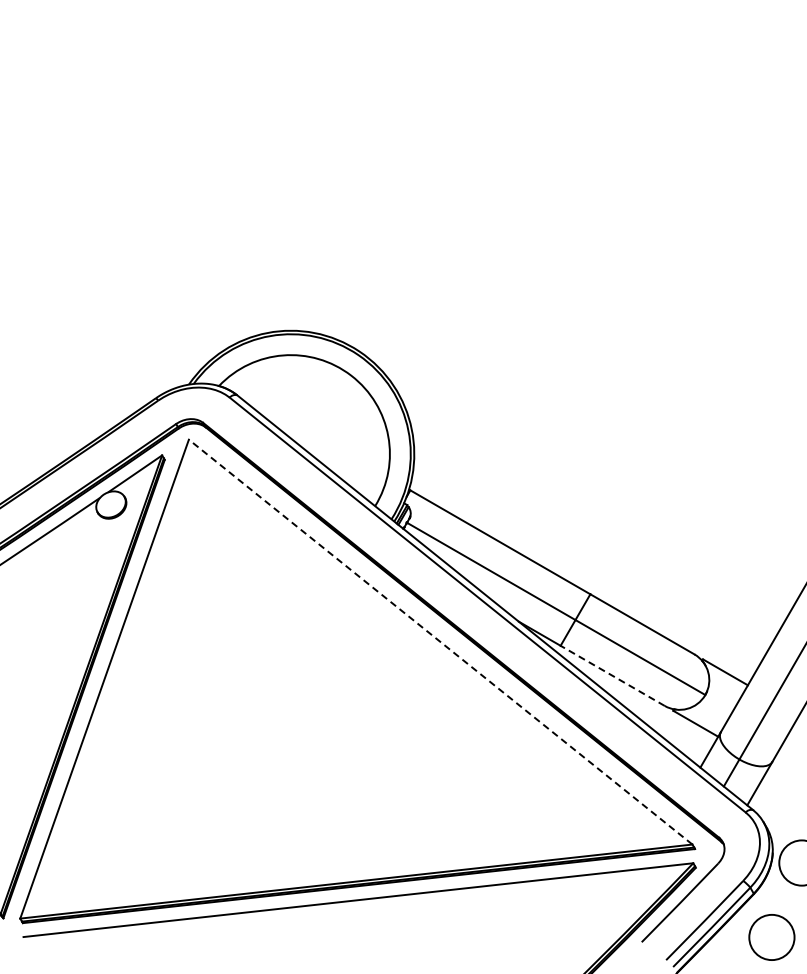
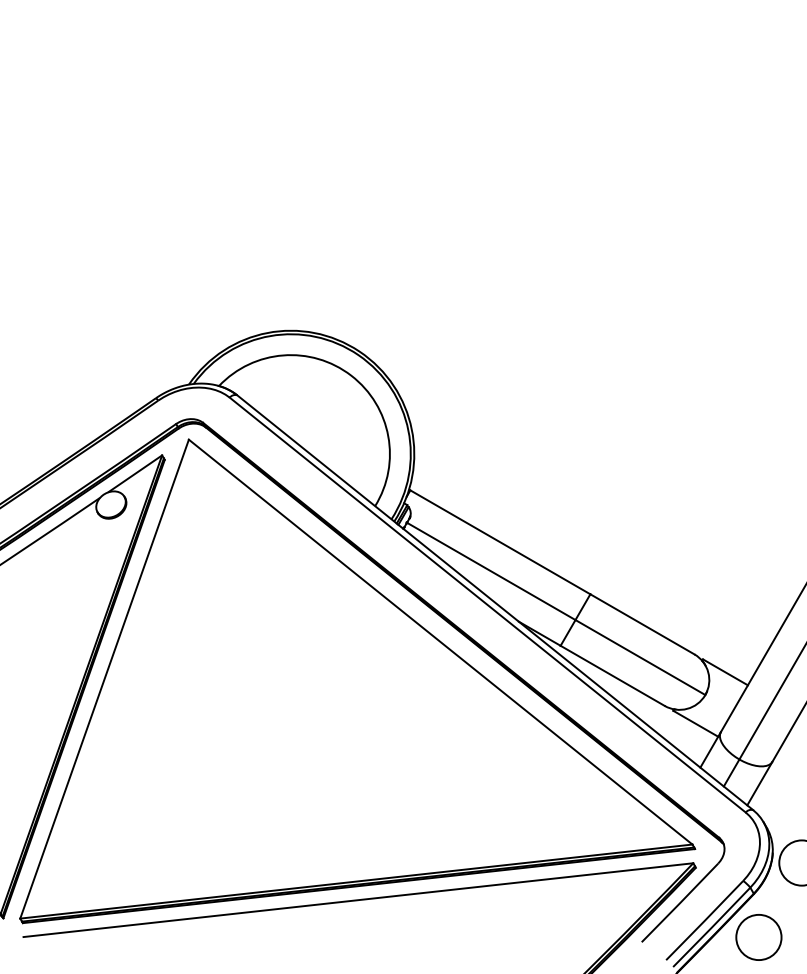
line at (440, 641): dashed -> solid
line at (612, 675): dashed -> solid
circle at (771, 937) position: (771, 937) -> (758, 937)
